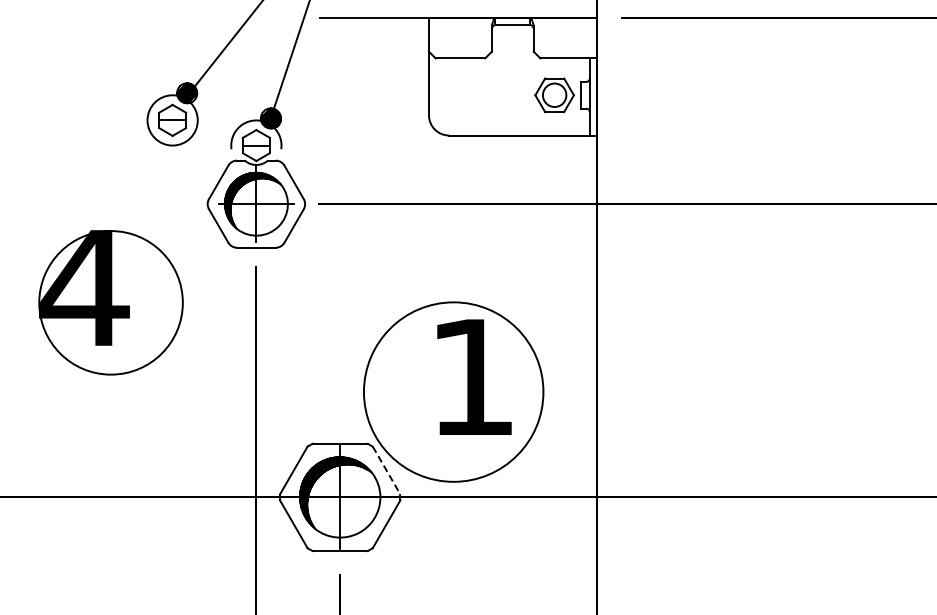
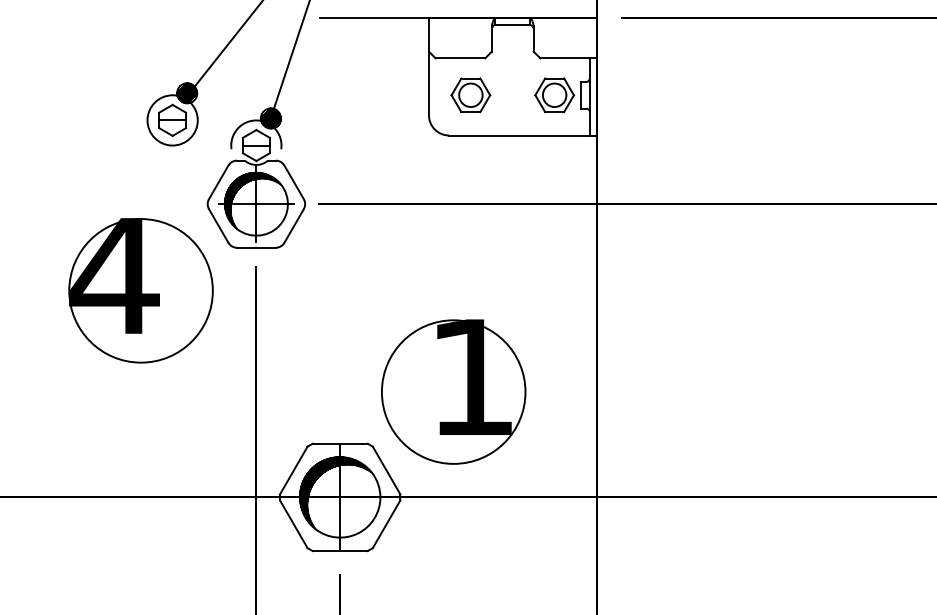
part at (470, 95): none -> present
part at (110, 302) position: (110, 302) -> (140, 290)
circle at (453, 391) diameter: 179 px -> 144 px
line at (386, 470): dashed -> solid
